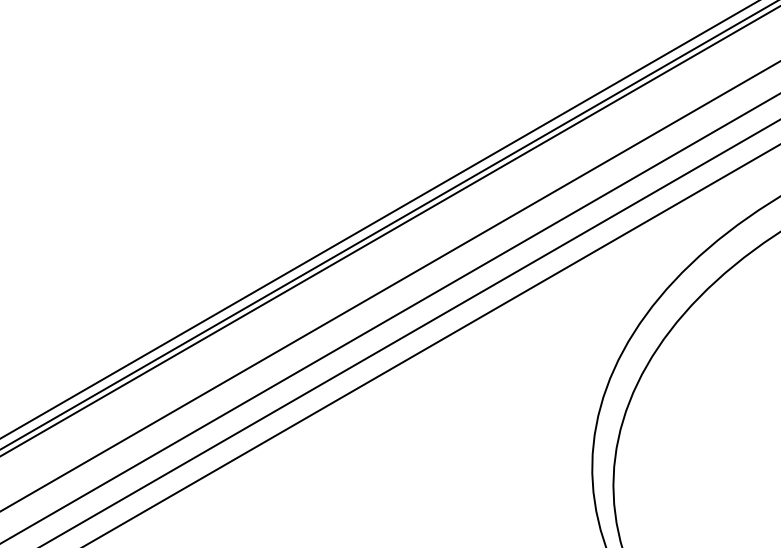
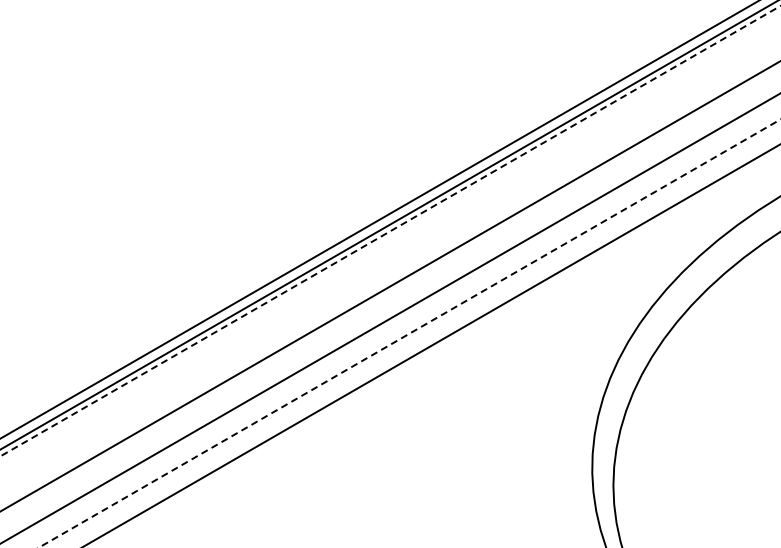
line at (390, 231): solid -> dashed
line at (409, 333): solid -> dashed
